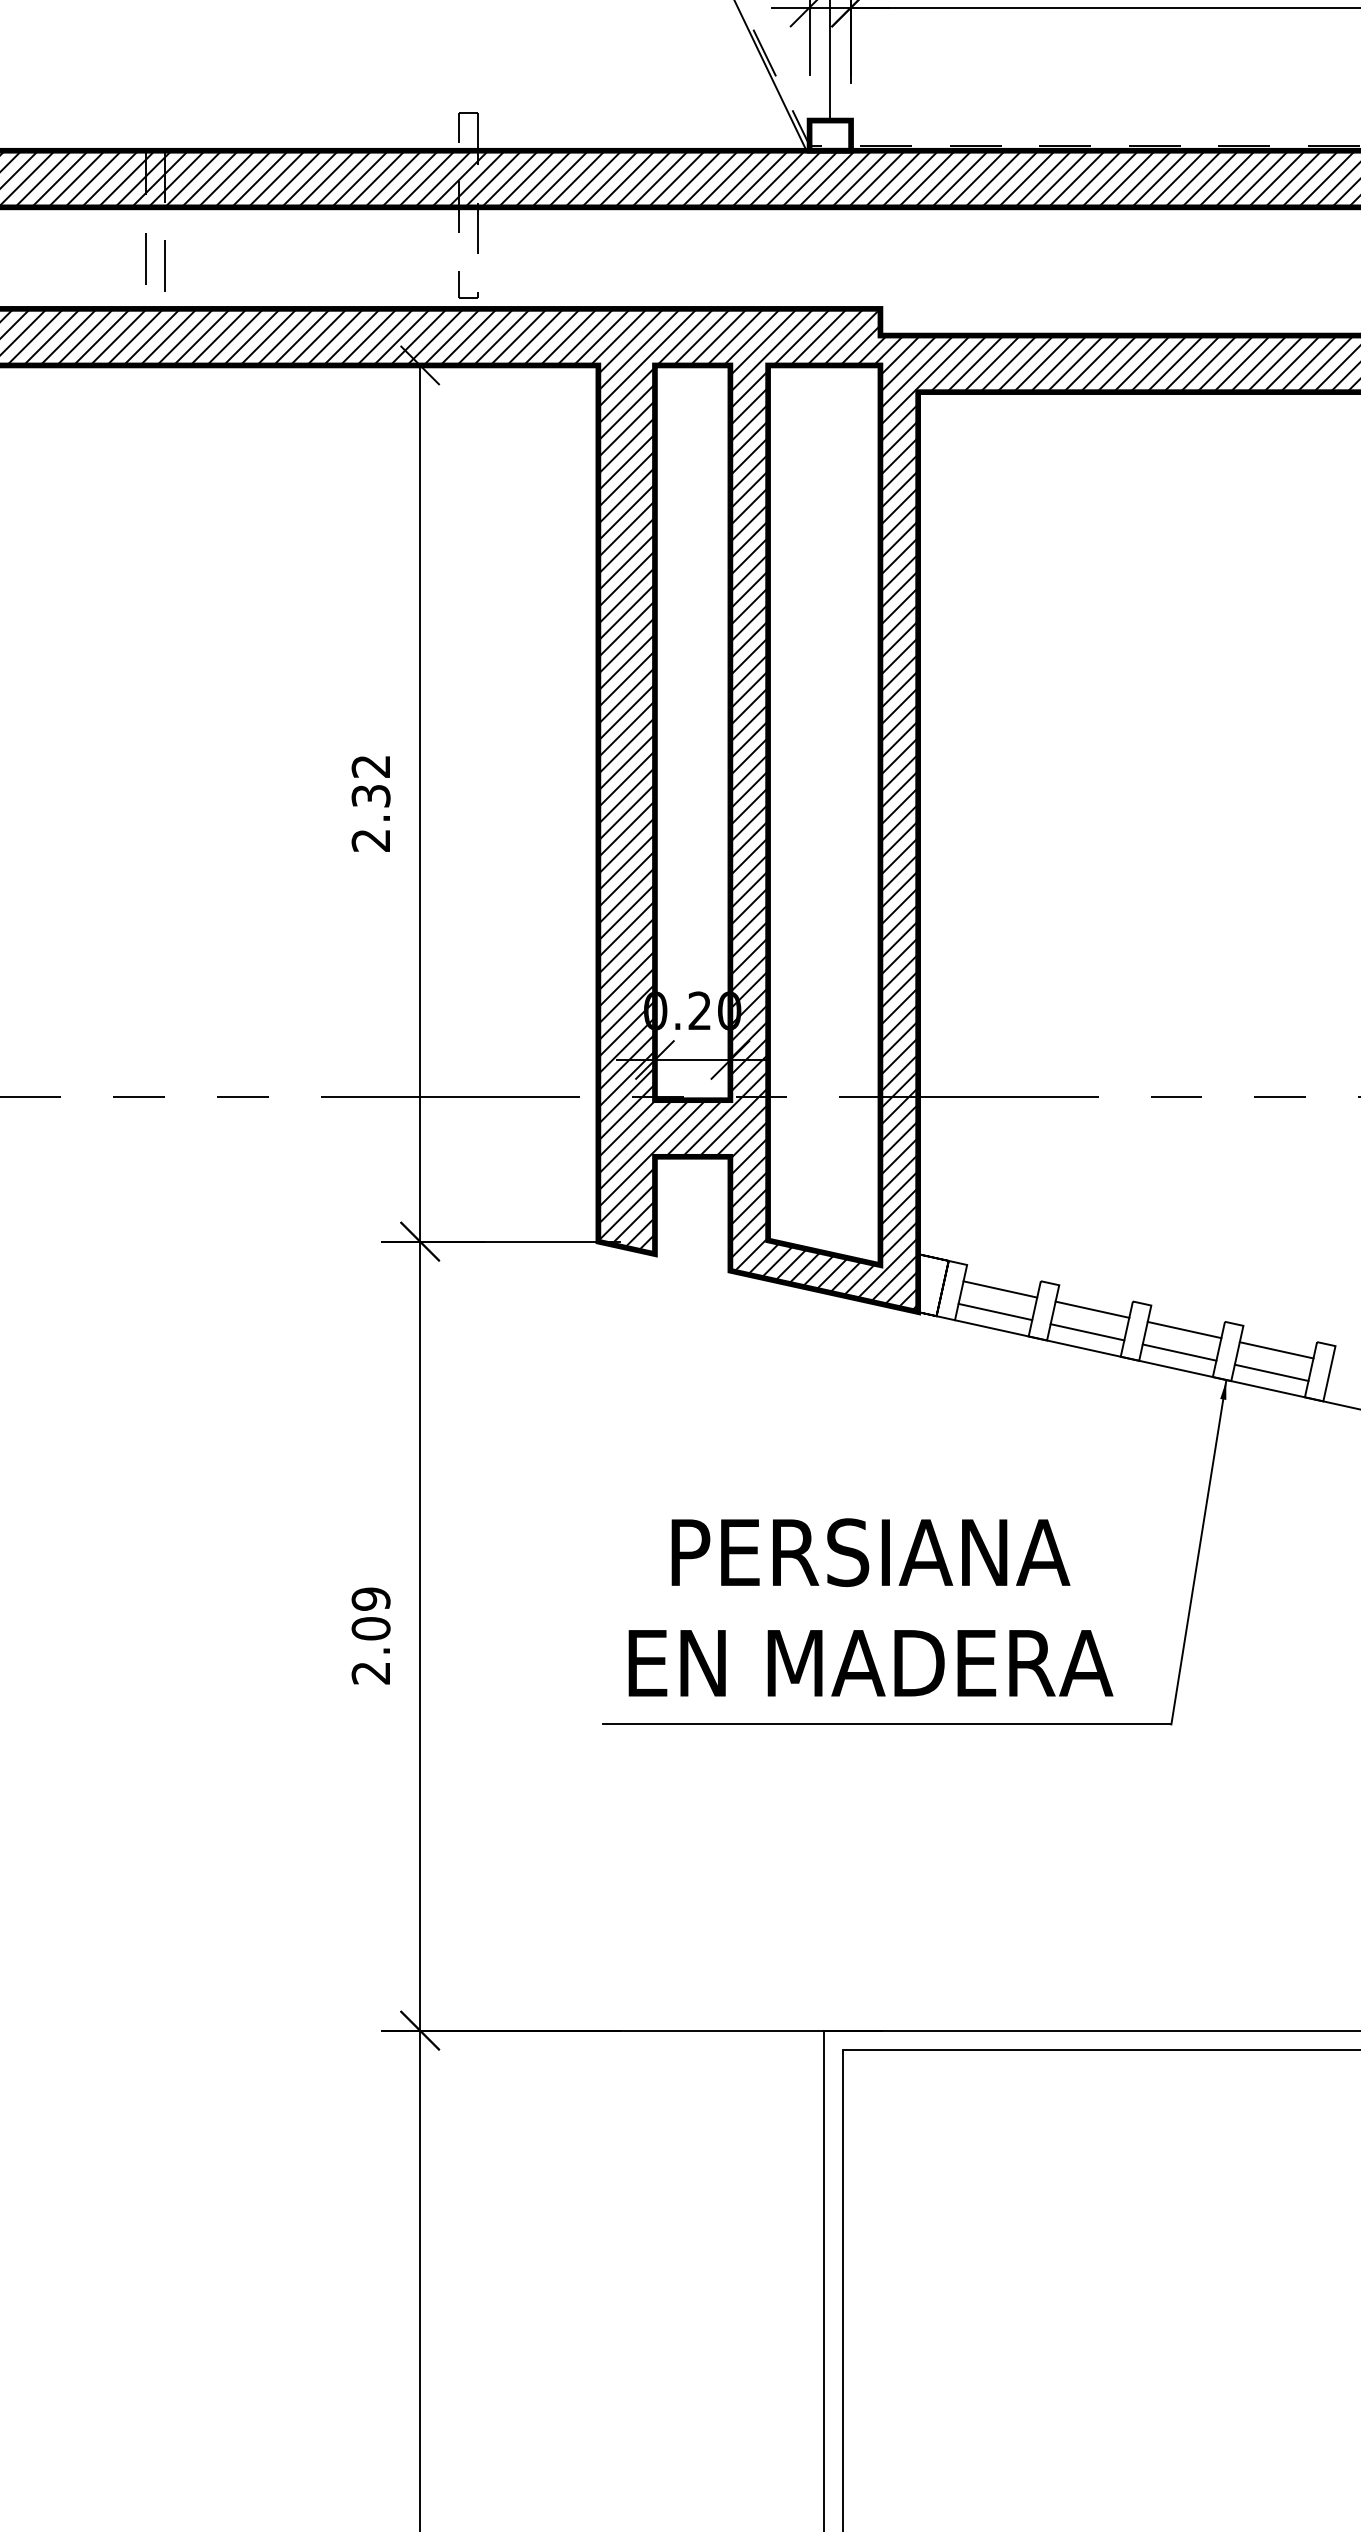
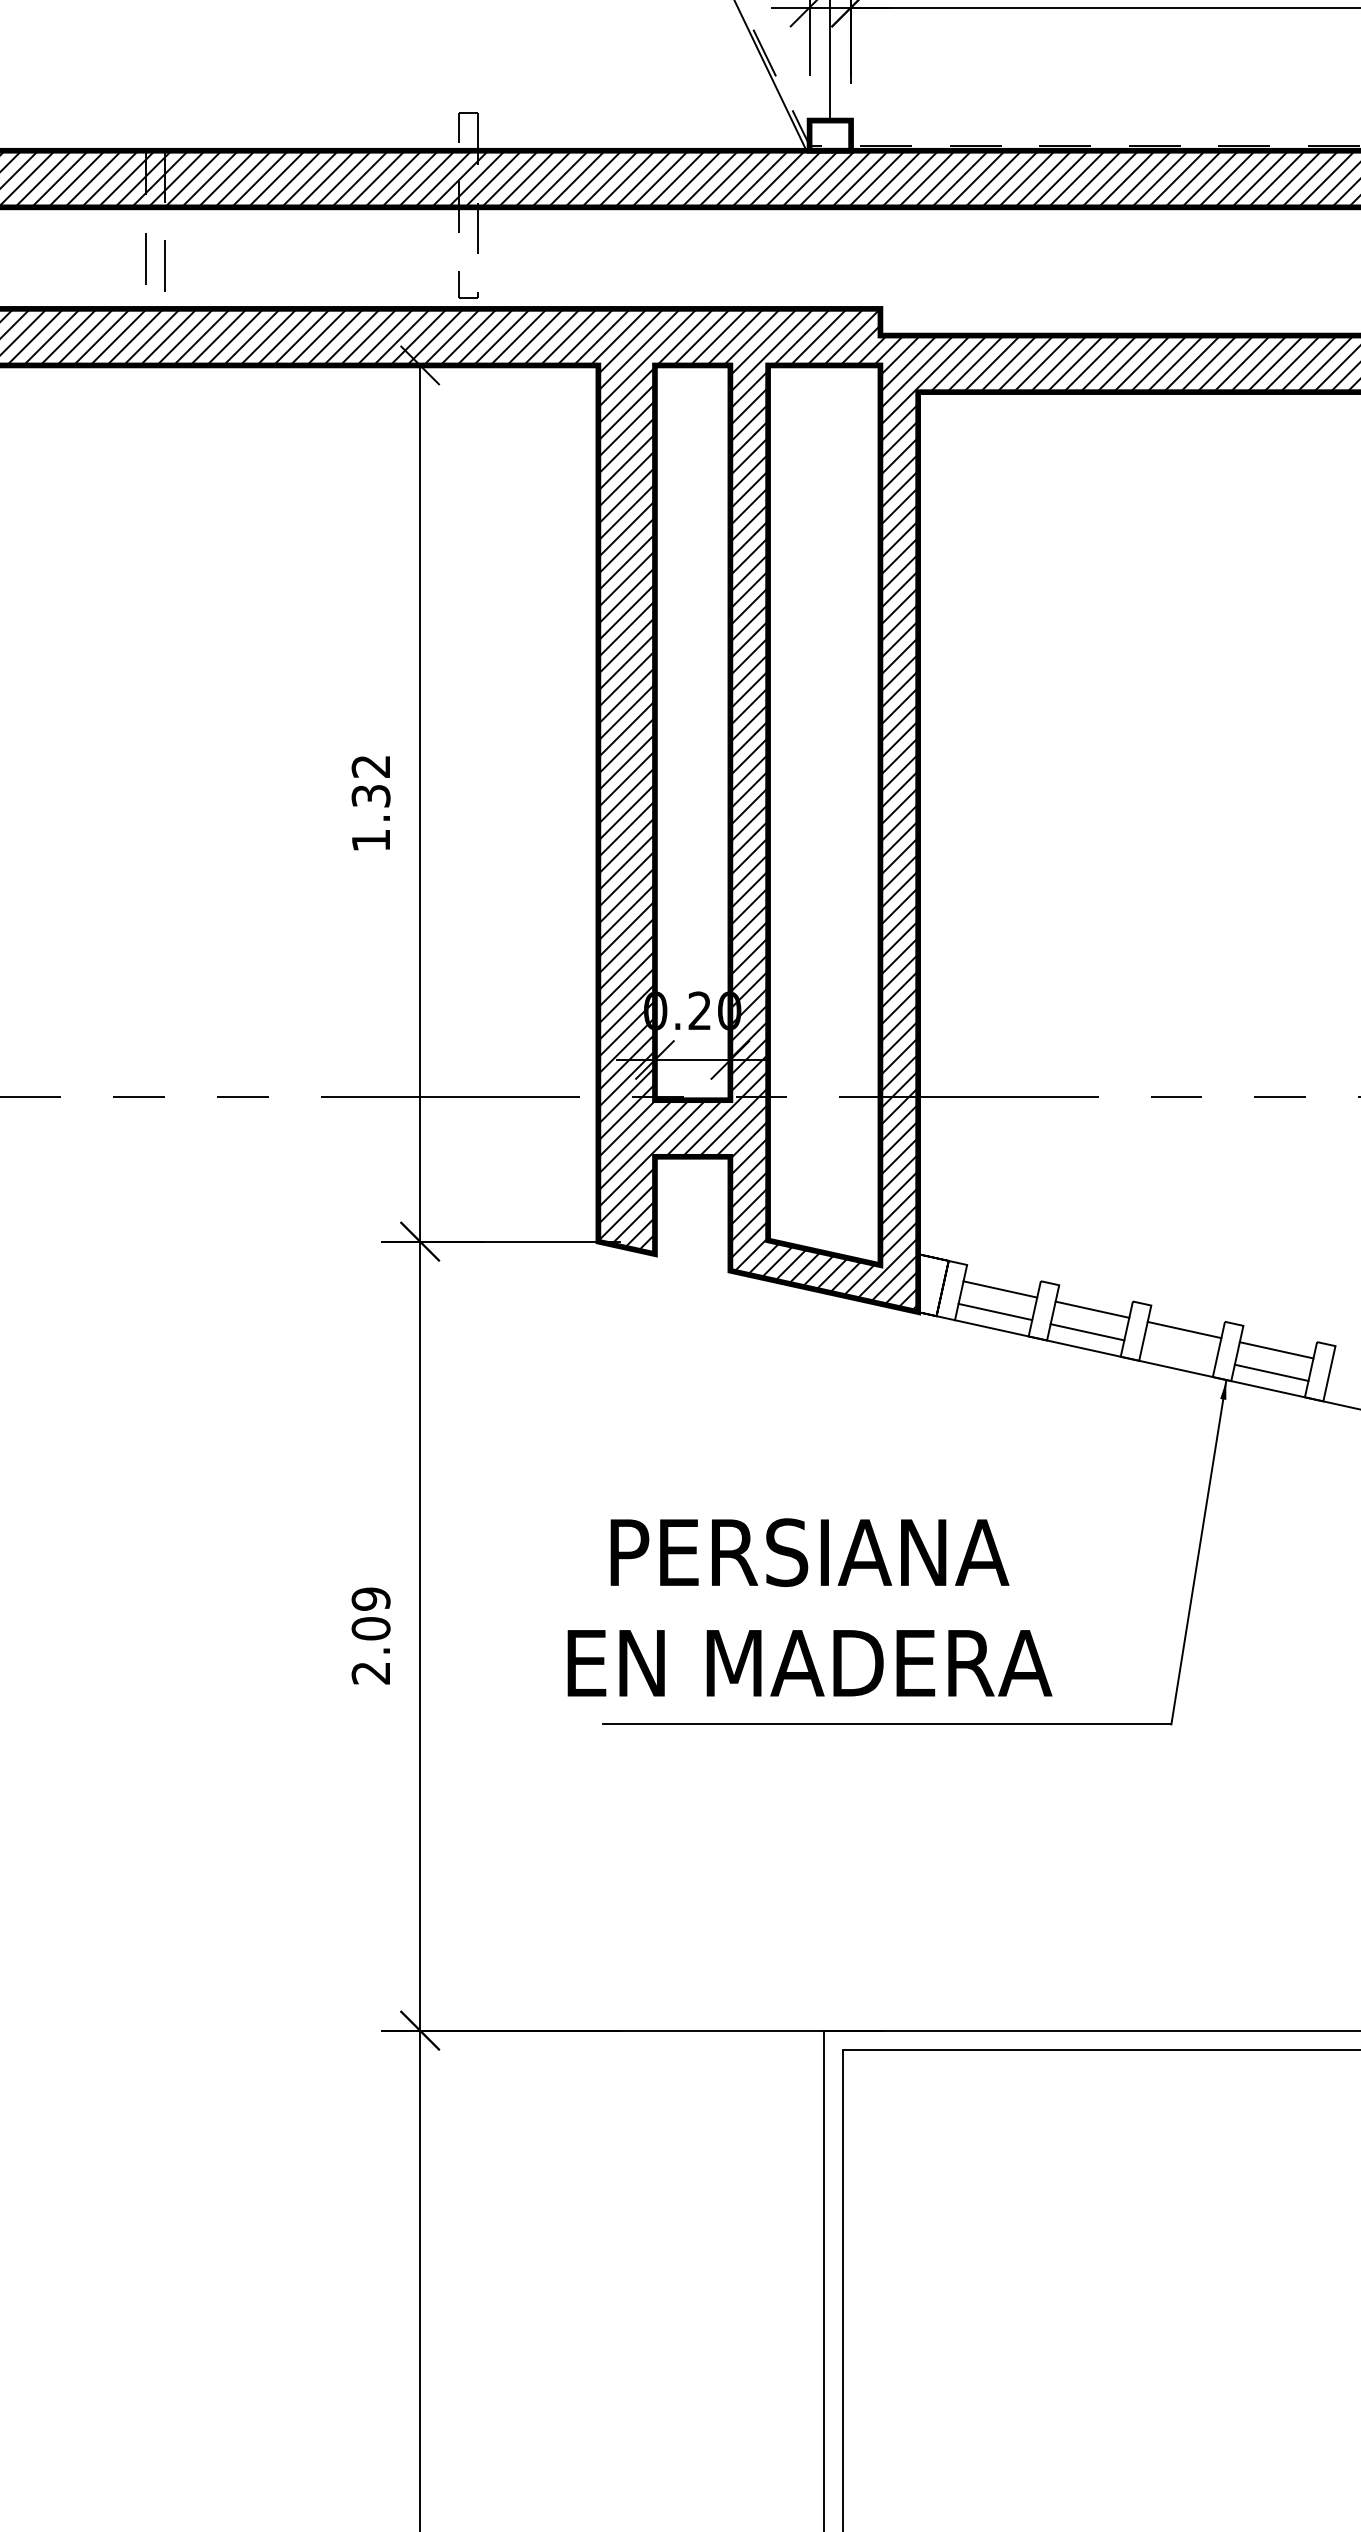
text at (370, 840): 2.32 -> 1.32
line at (1179, 1352): present -> none
text at (870, 1607) position: (870, 1607) -> (809, 1607)
